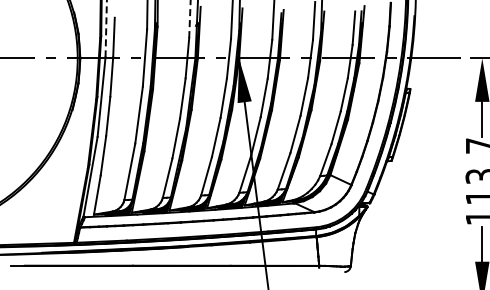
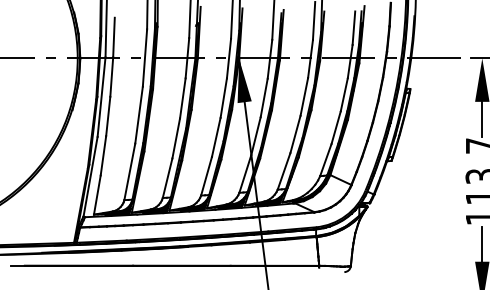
line at (189, 19): dashed -> solid
line at (106, 28): dashed -> solid
